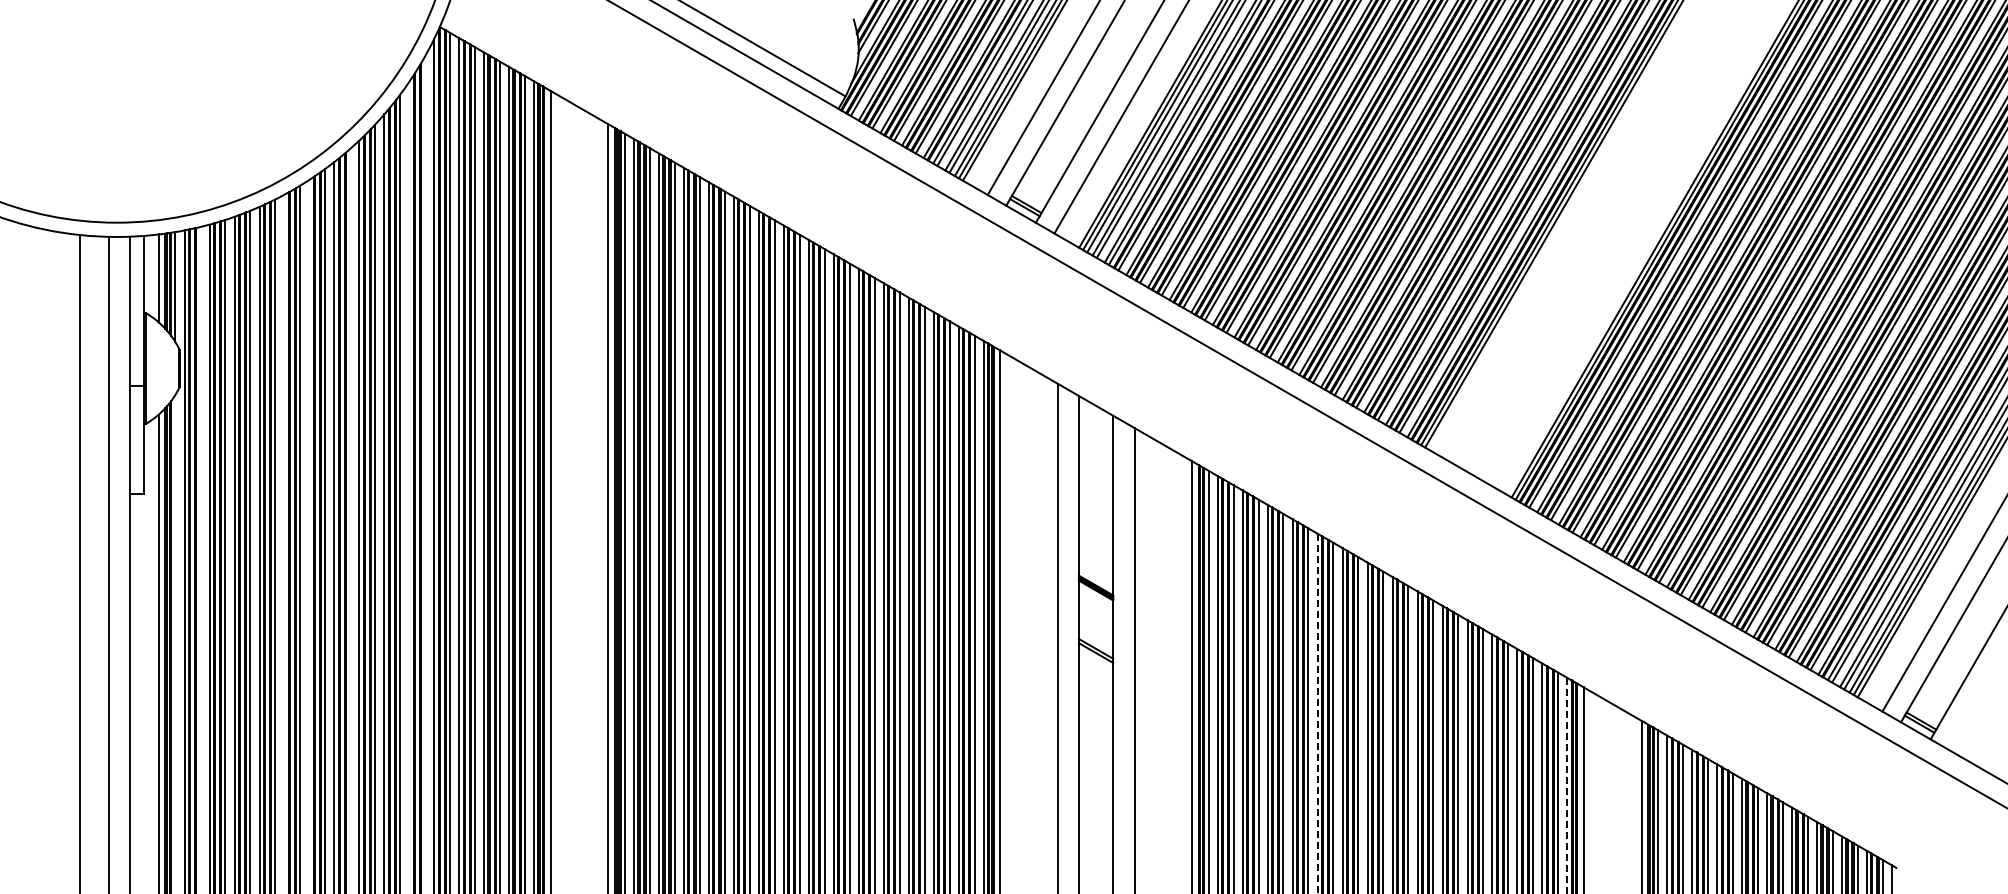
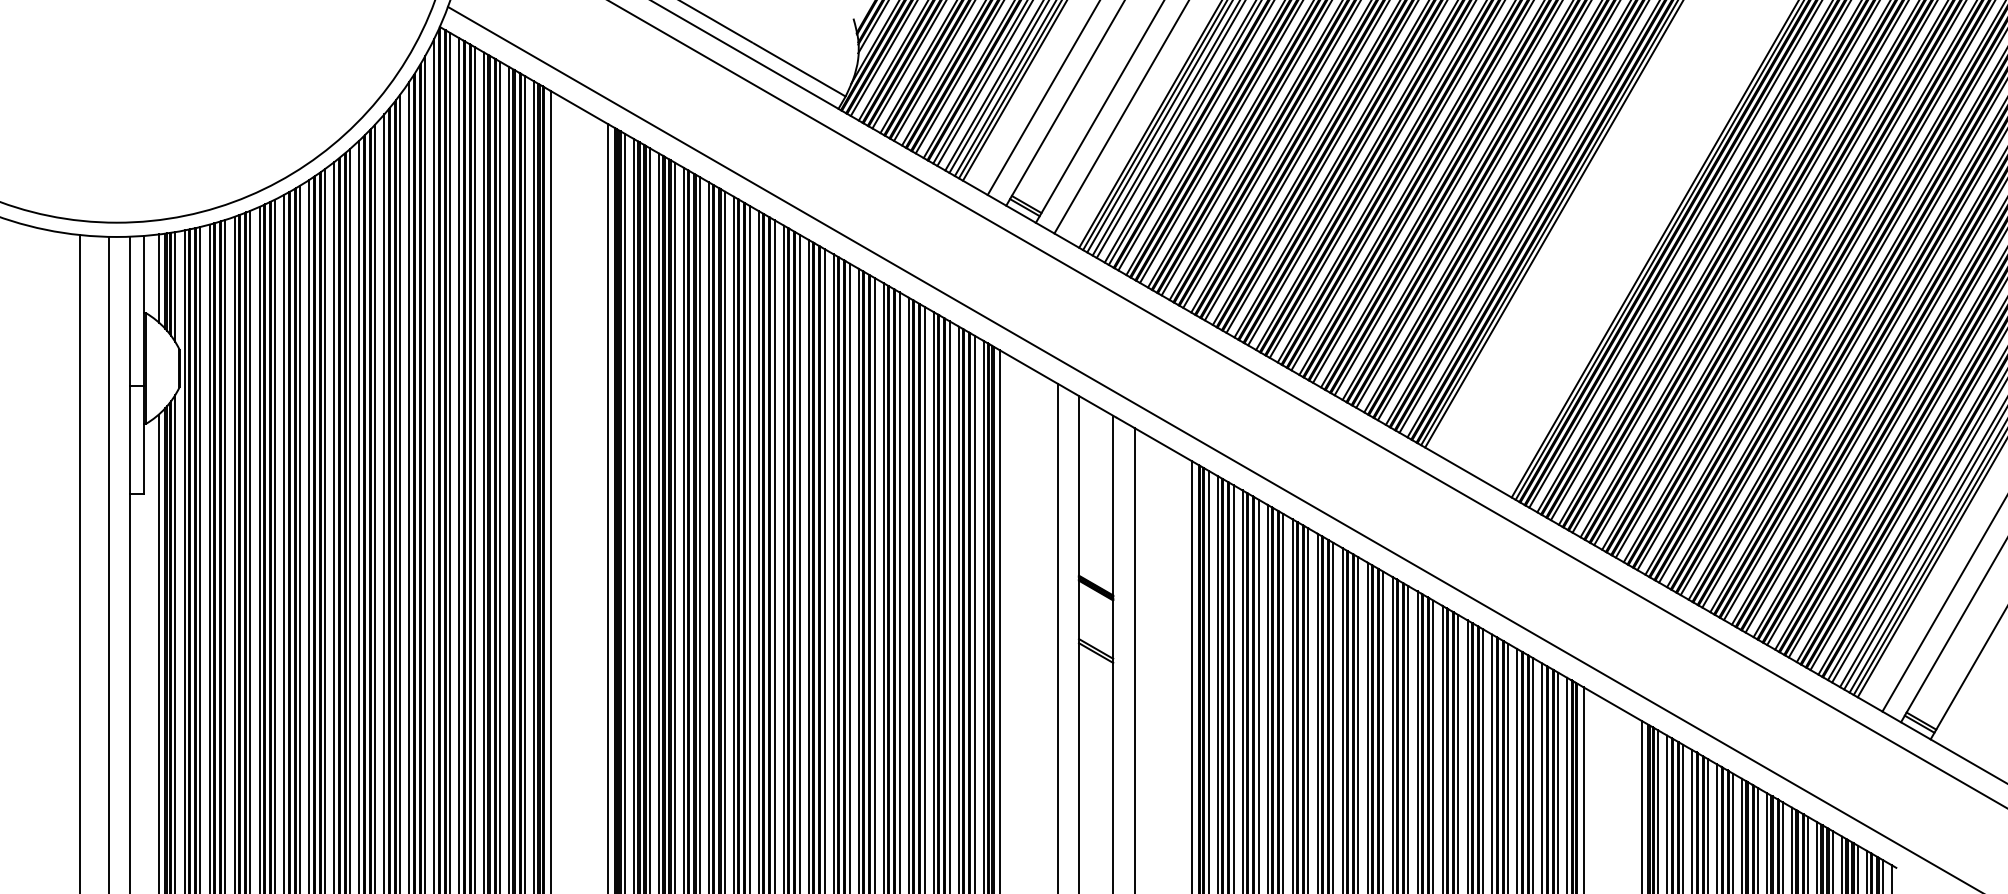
line at (1212, 448): none -> present
line at (425, 473): none -> present
line at (409, 485): none -> present
line at (350, 519): none -> present
line at (309, 534): none -> present
line at (284, 542): none -> present
line at (200, 558): none -> present
line at (175, 642): none -> present
line at (1317, 713): dashed -> solid
line at (1567, 785): dashed -> solid
